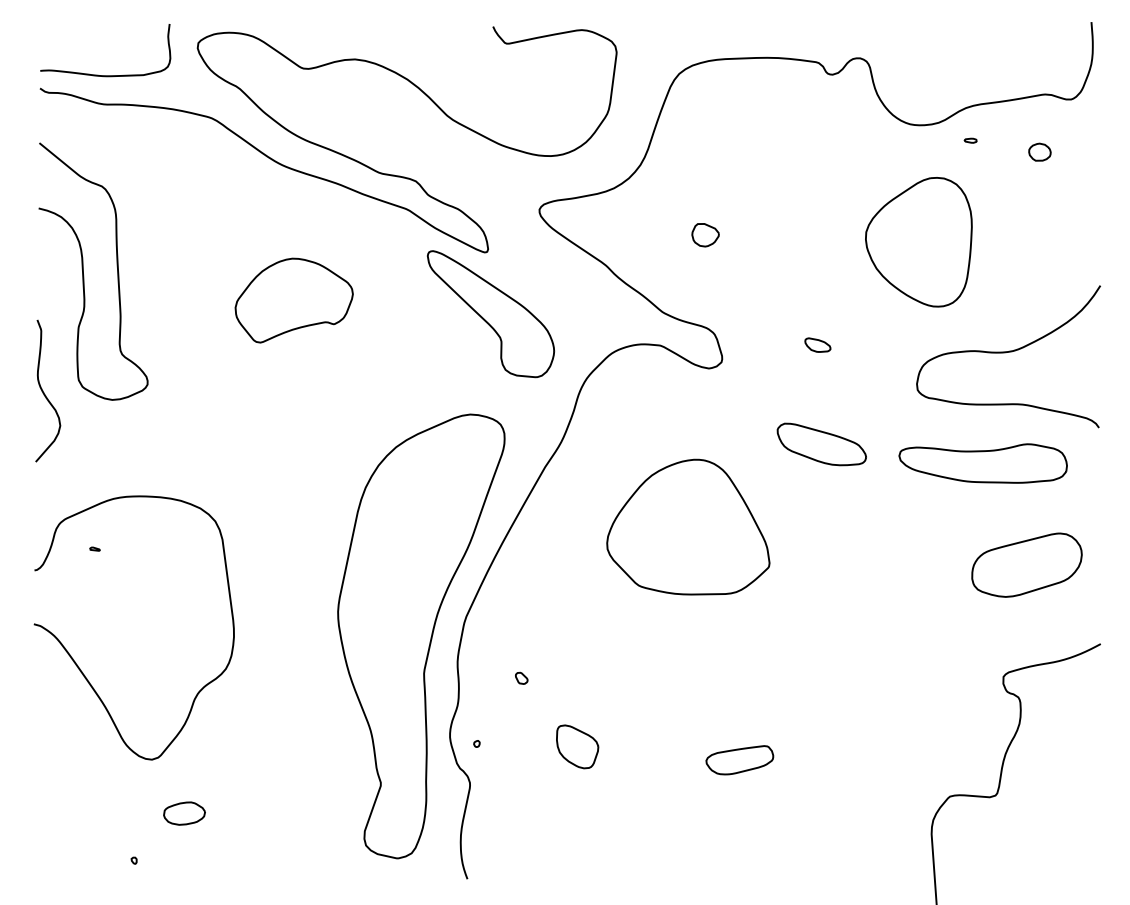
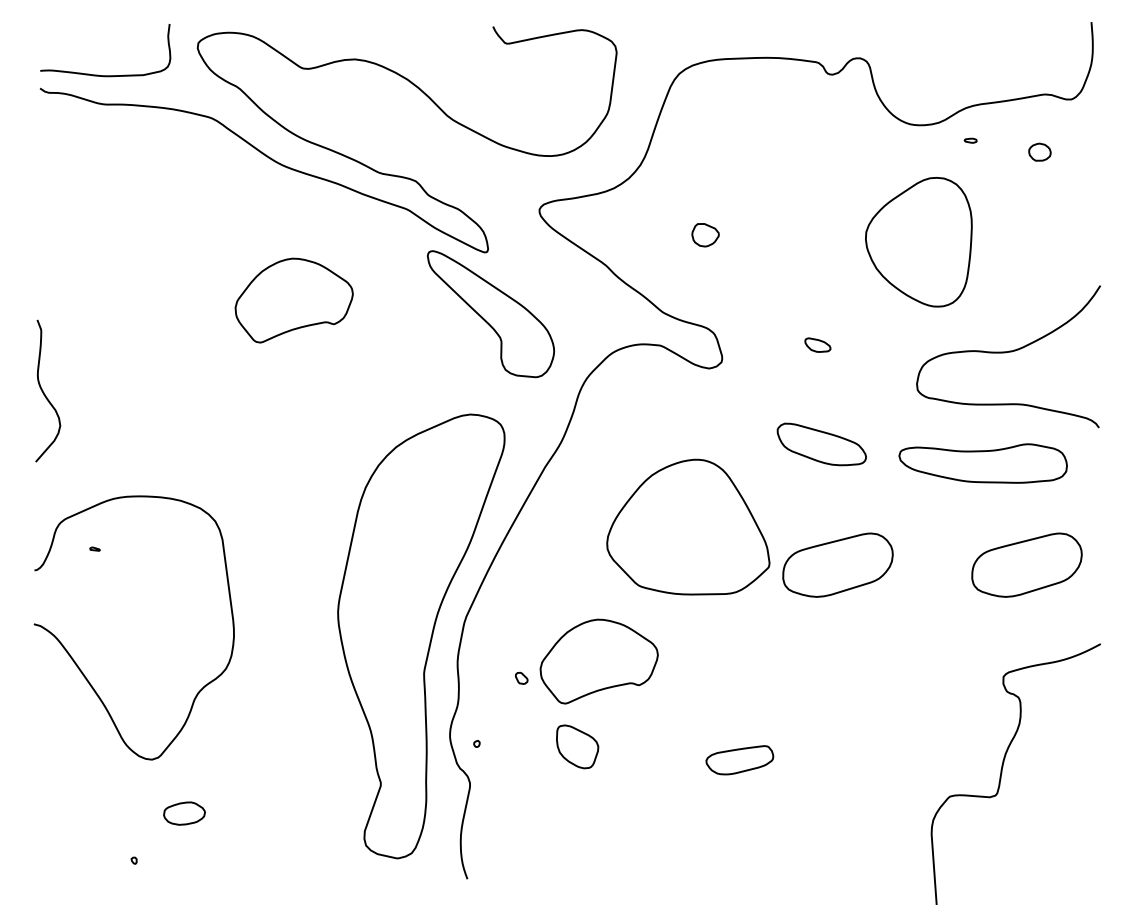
curve at (84, 275): present -> none
part at (837, 564): none -> present
part at (598, 661): none -> present
